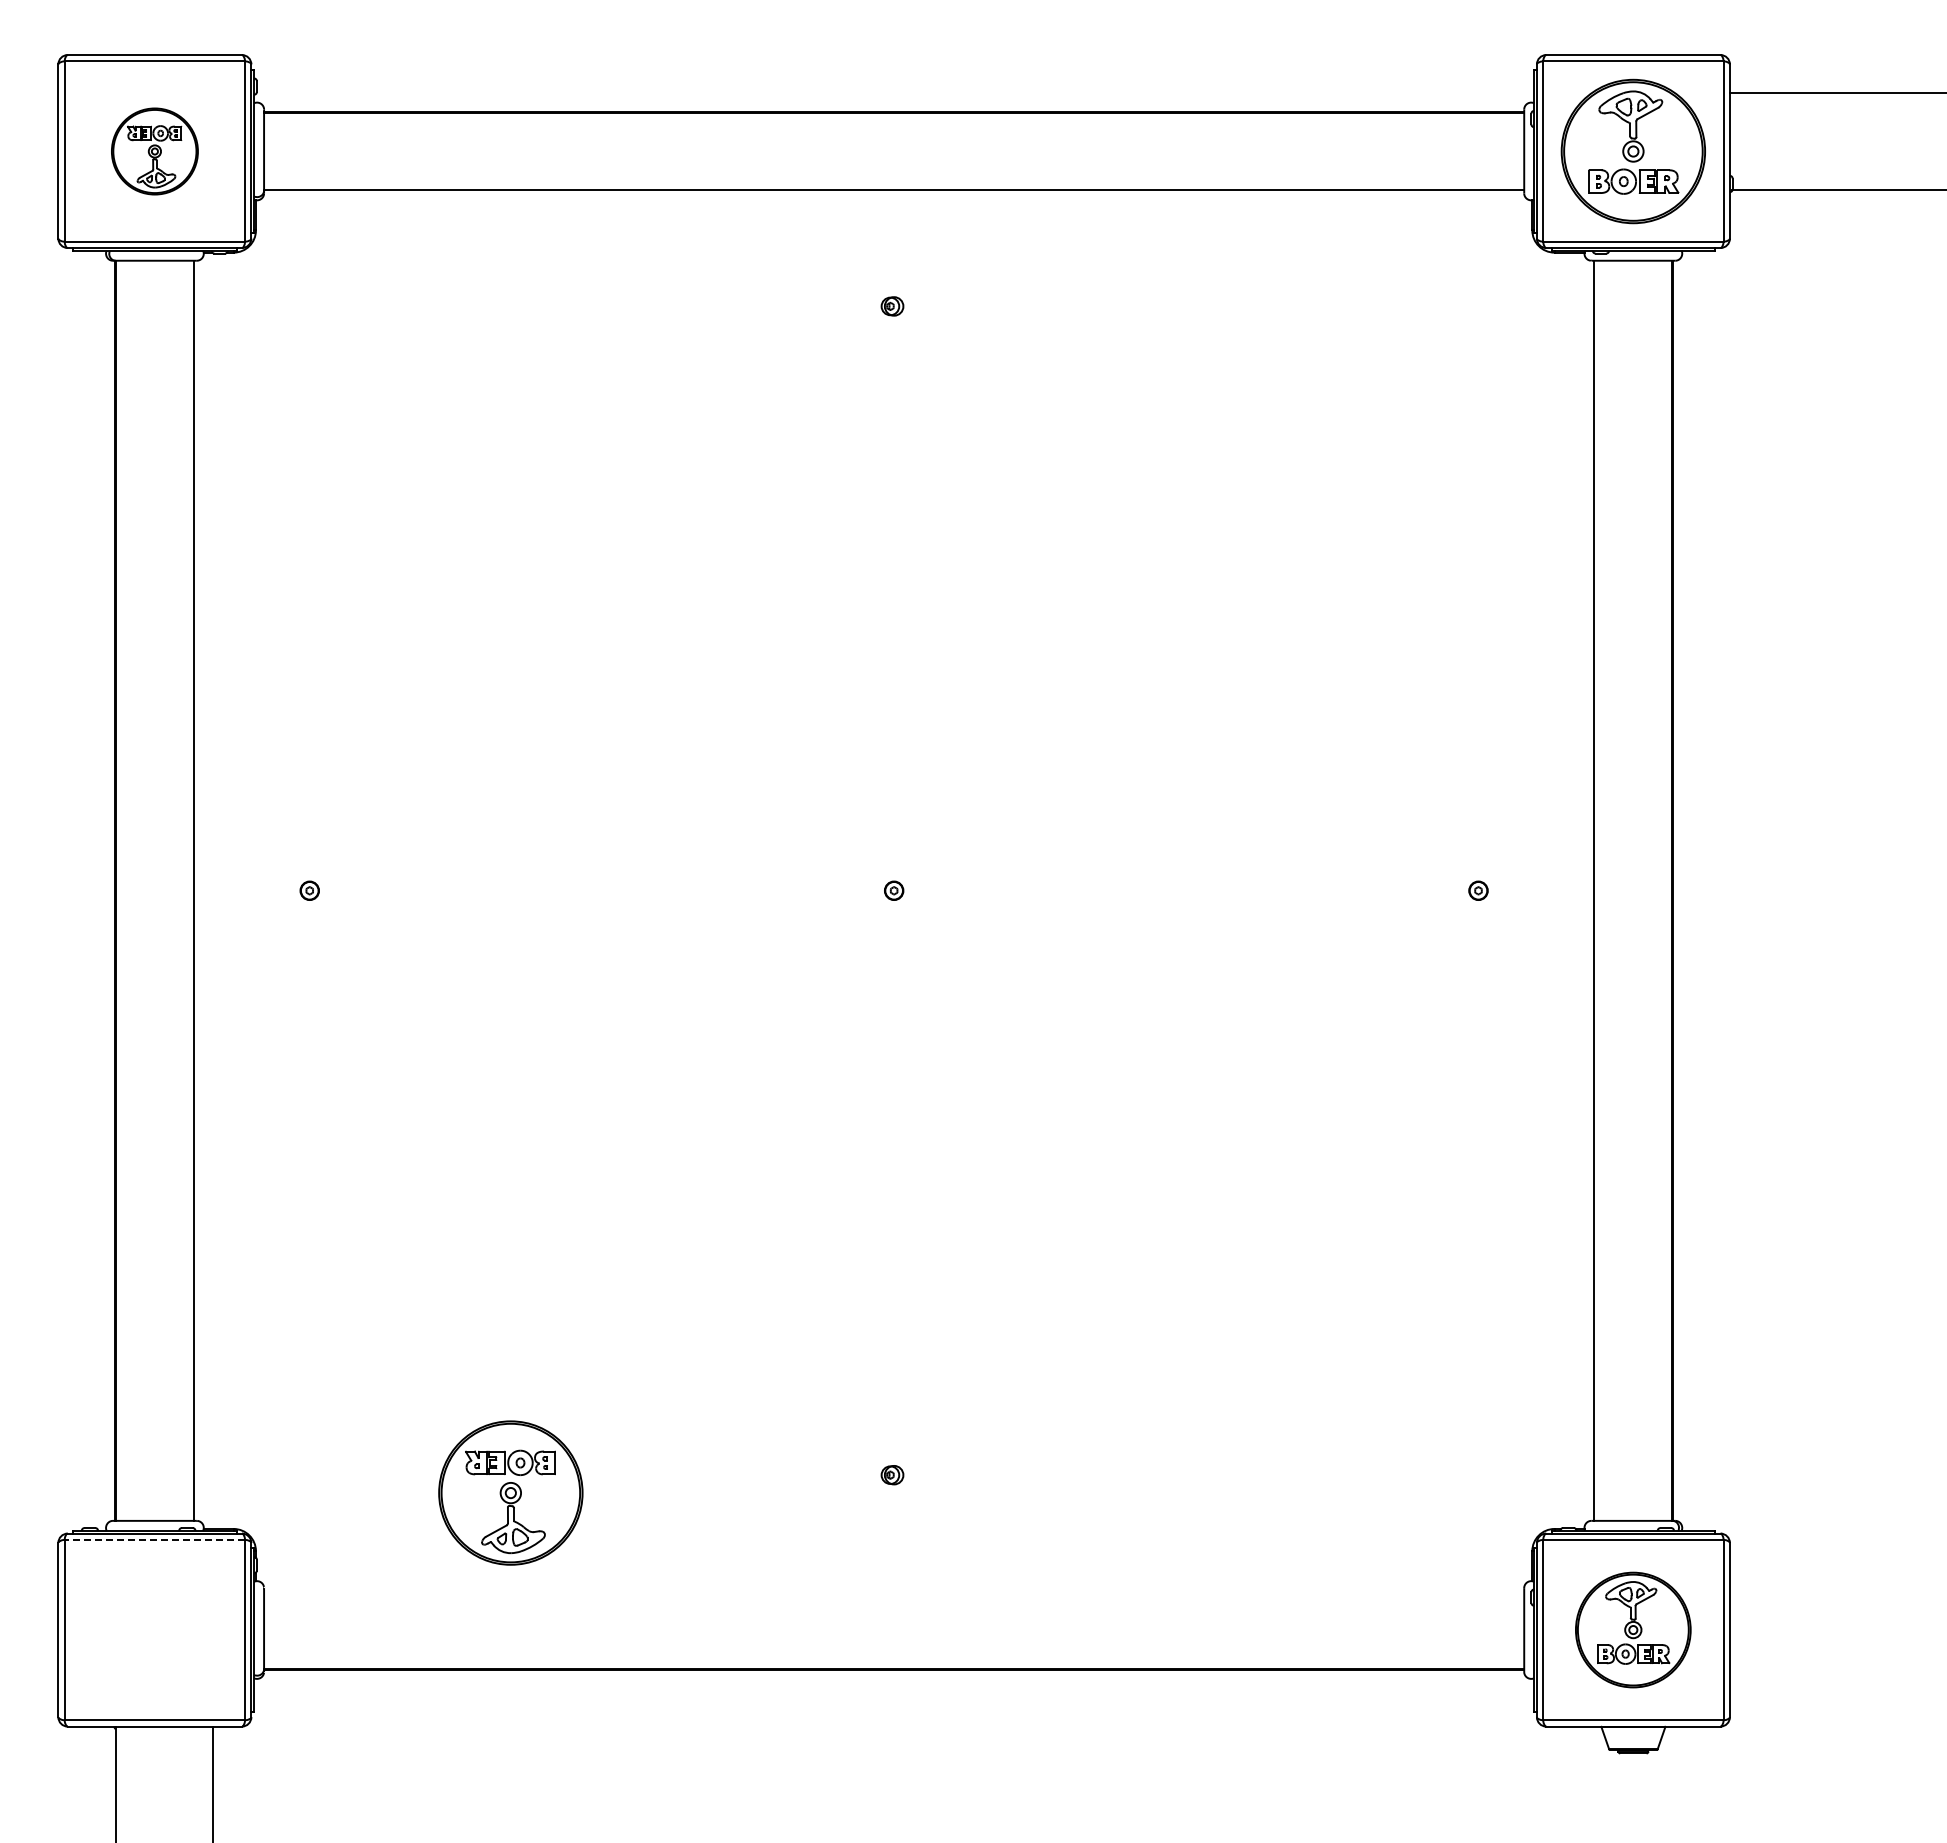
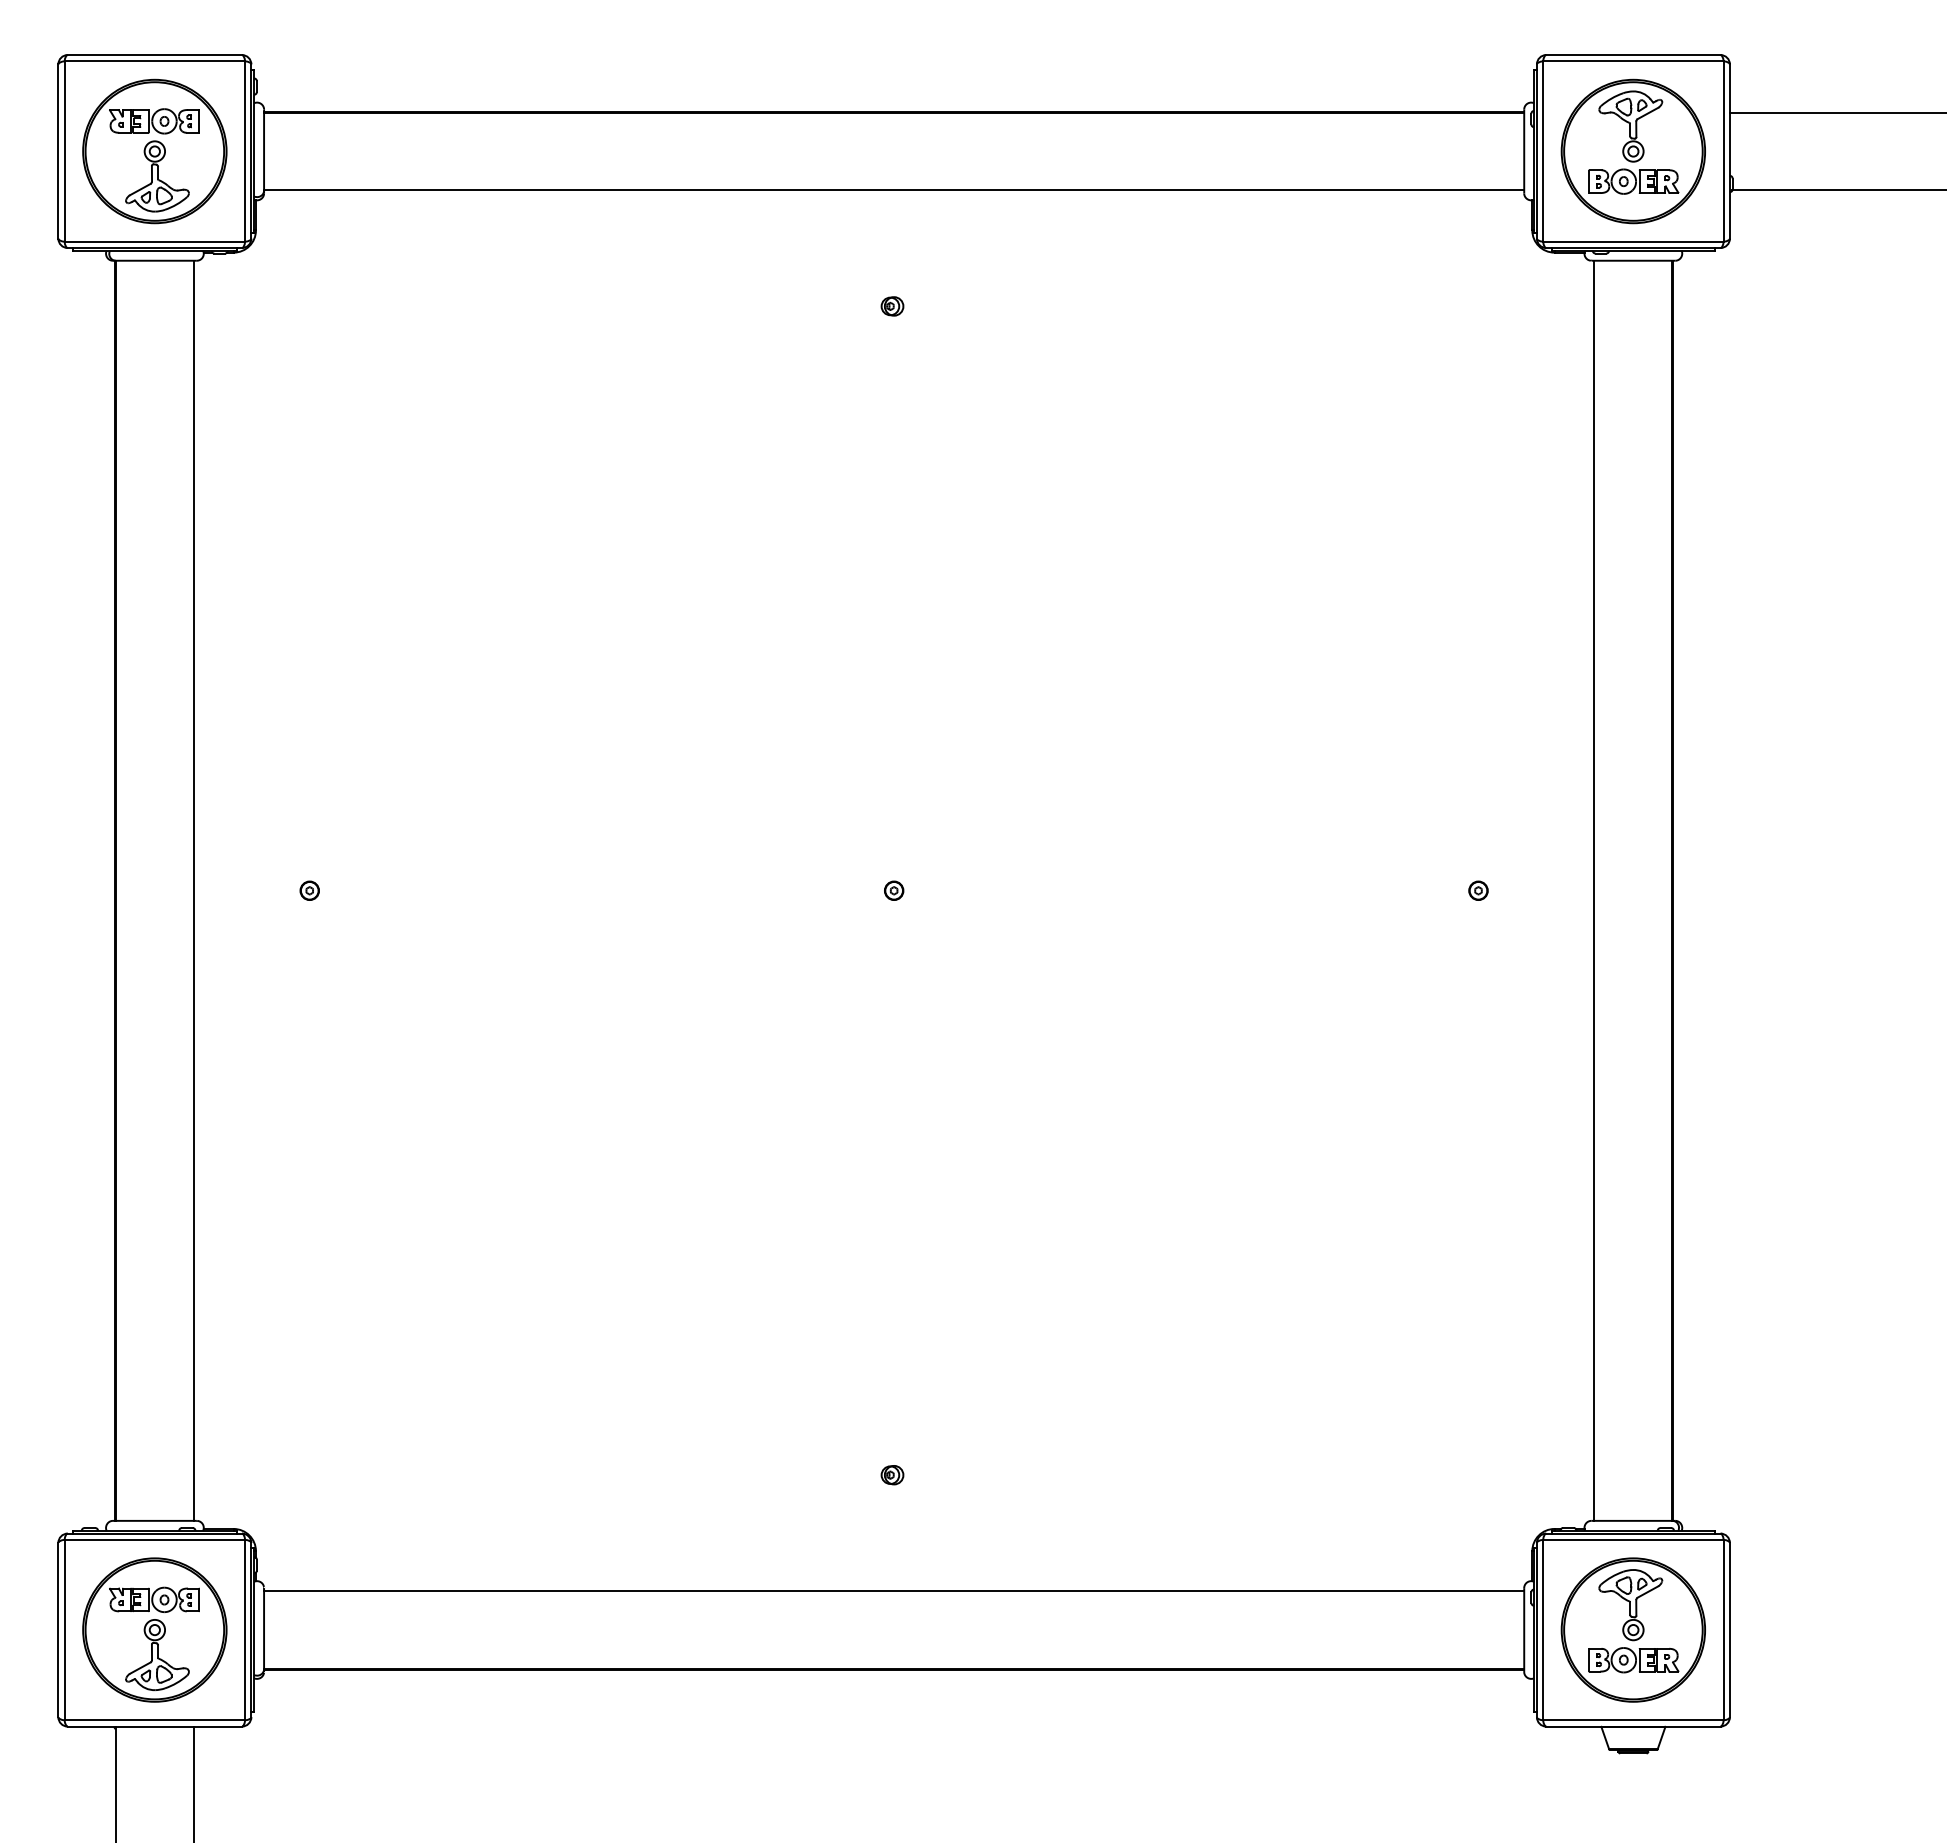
line at (1836, 92) position: (1836, 92) -> (1836, 112)
part at (154, 151) size: 88x89 px -> 146x147 px
part at (510, 1492) position: (510, 1492) -> (154, 1629)
line at (154, 1539): dashed -> solid
line at (894, 1591): none -> present
part at (1633, 1629) size: 117x118 px -> 146x146 px
line at (212, 1782) position: (212, 1782) -> (193, 1782)
